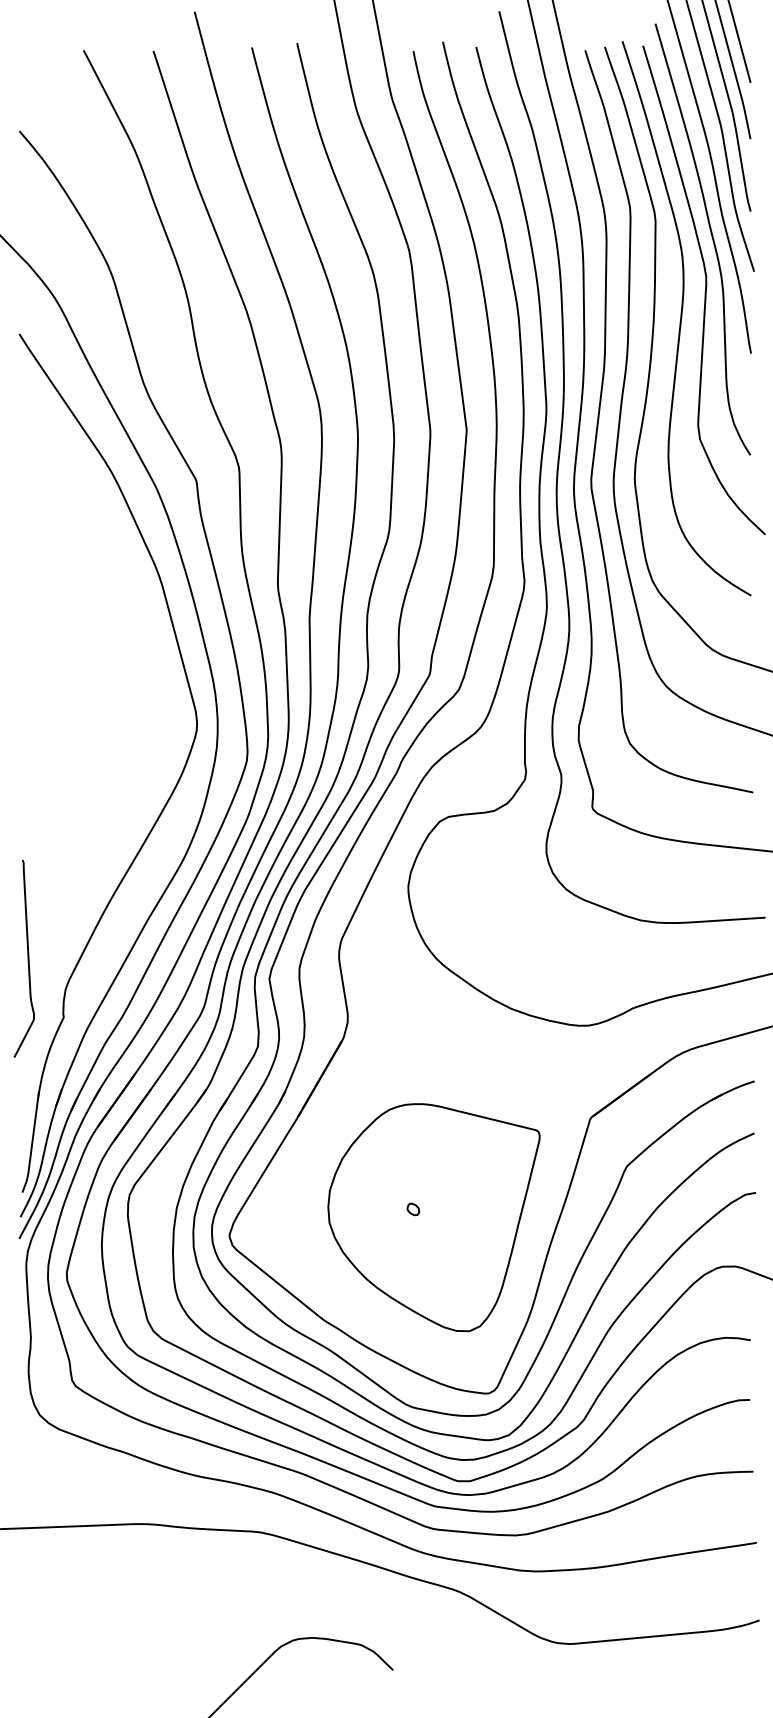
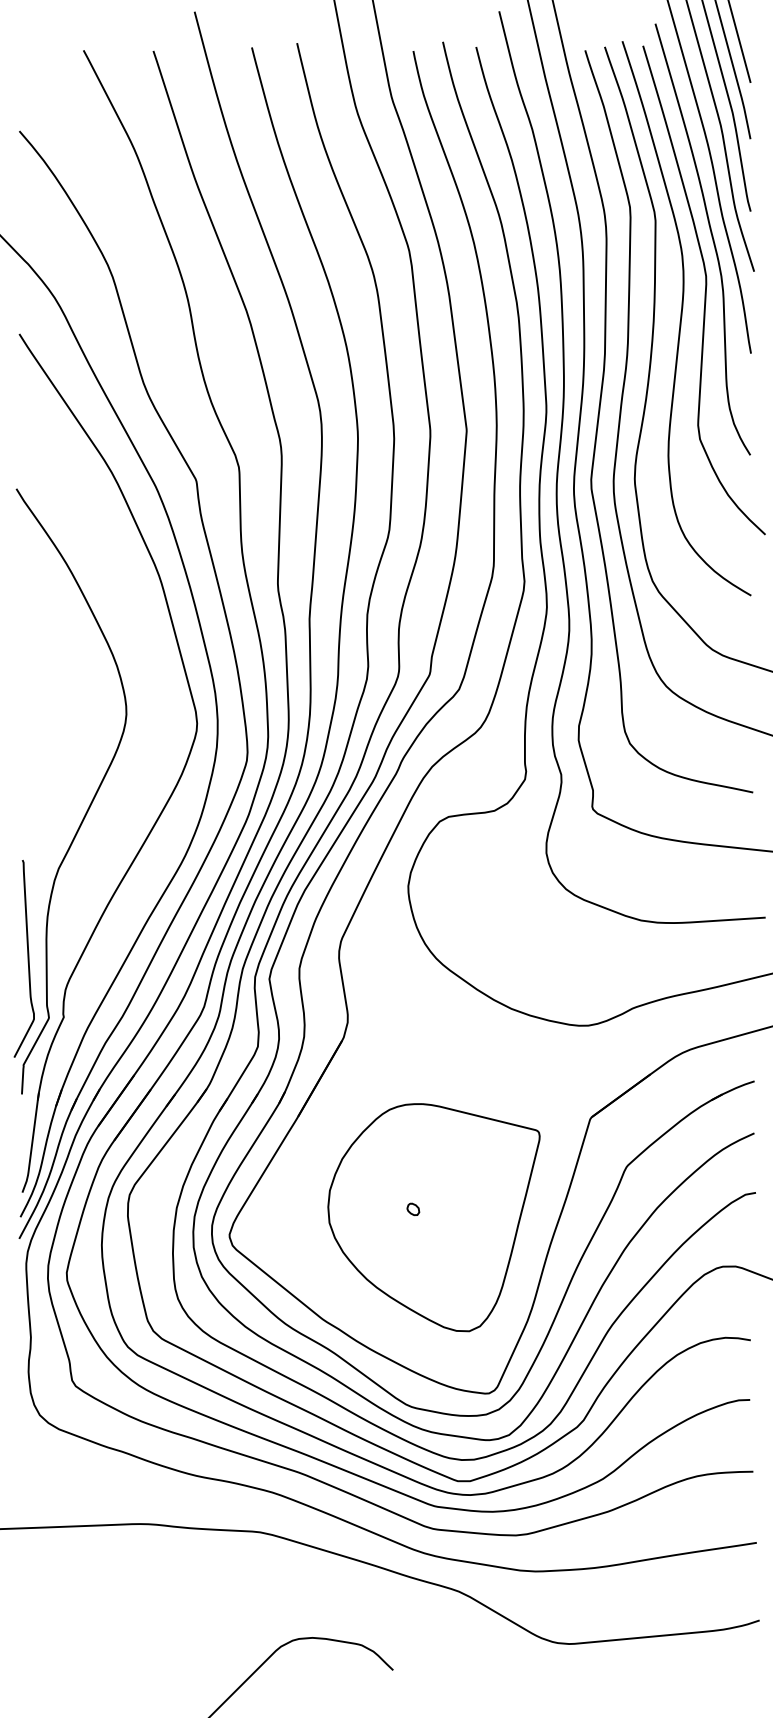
curve at (91, 800): none -> present
